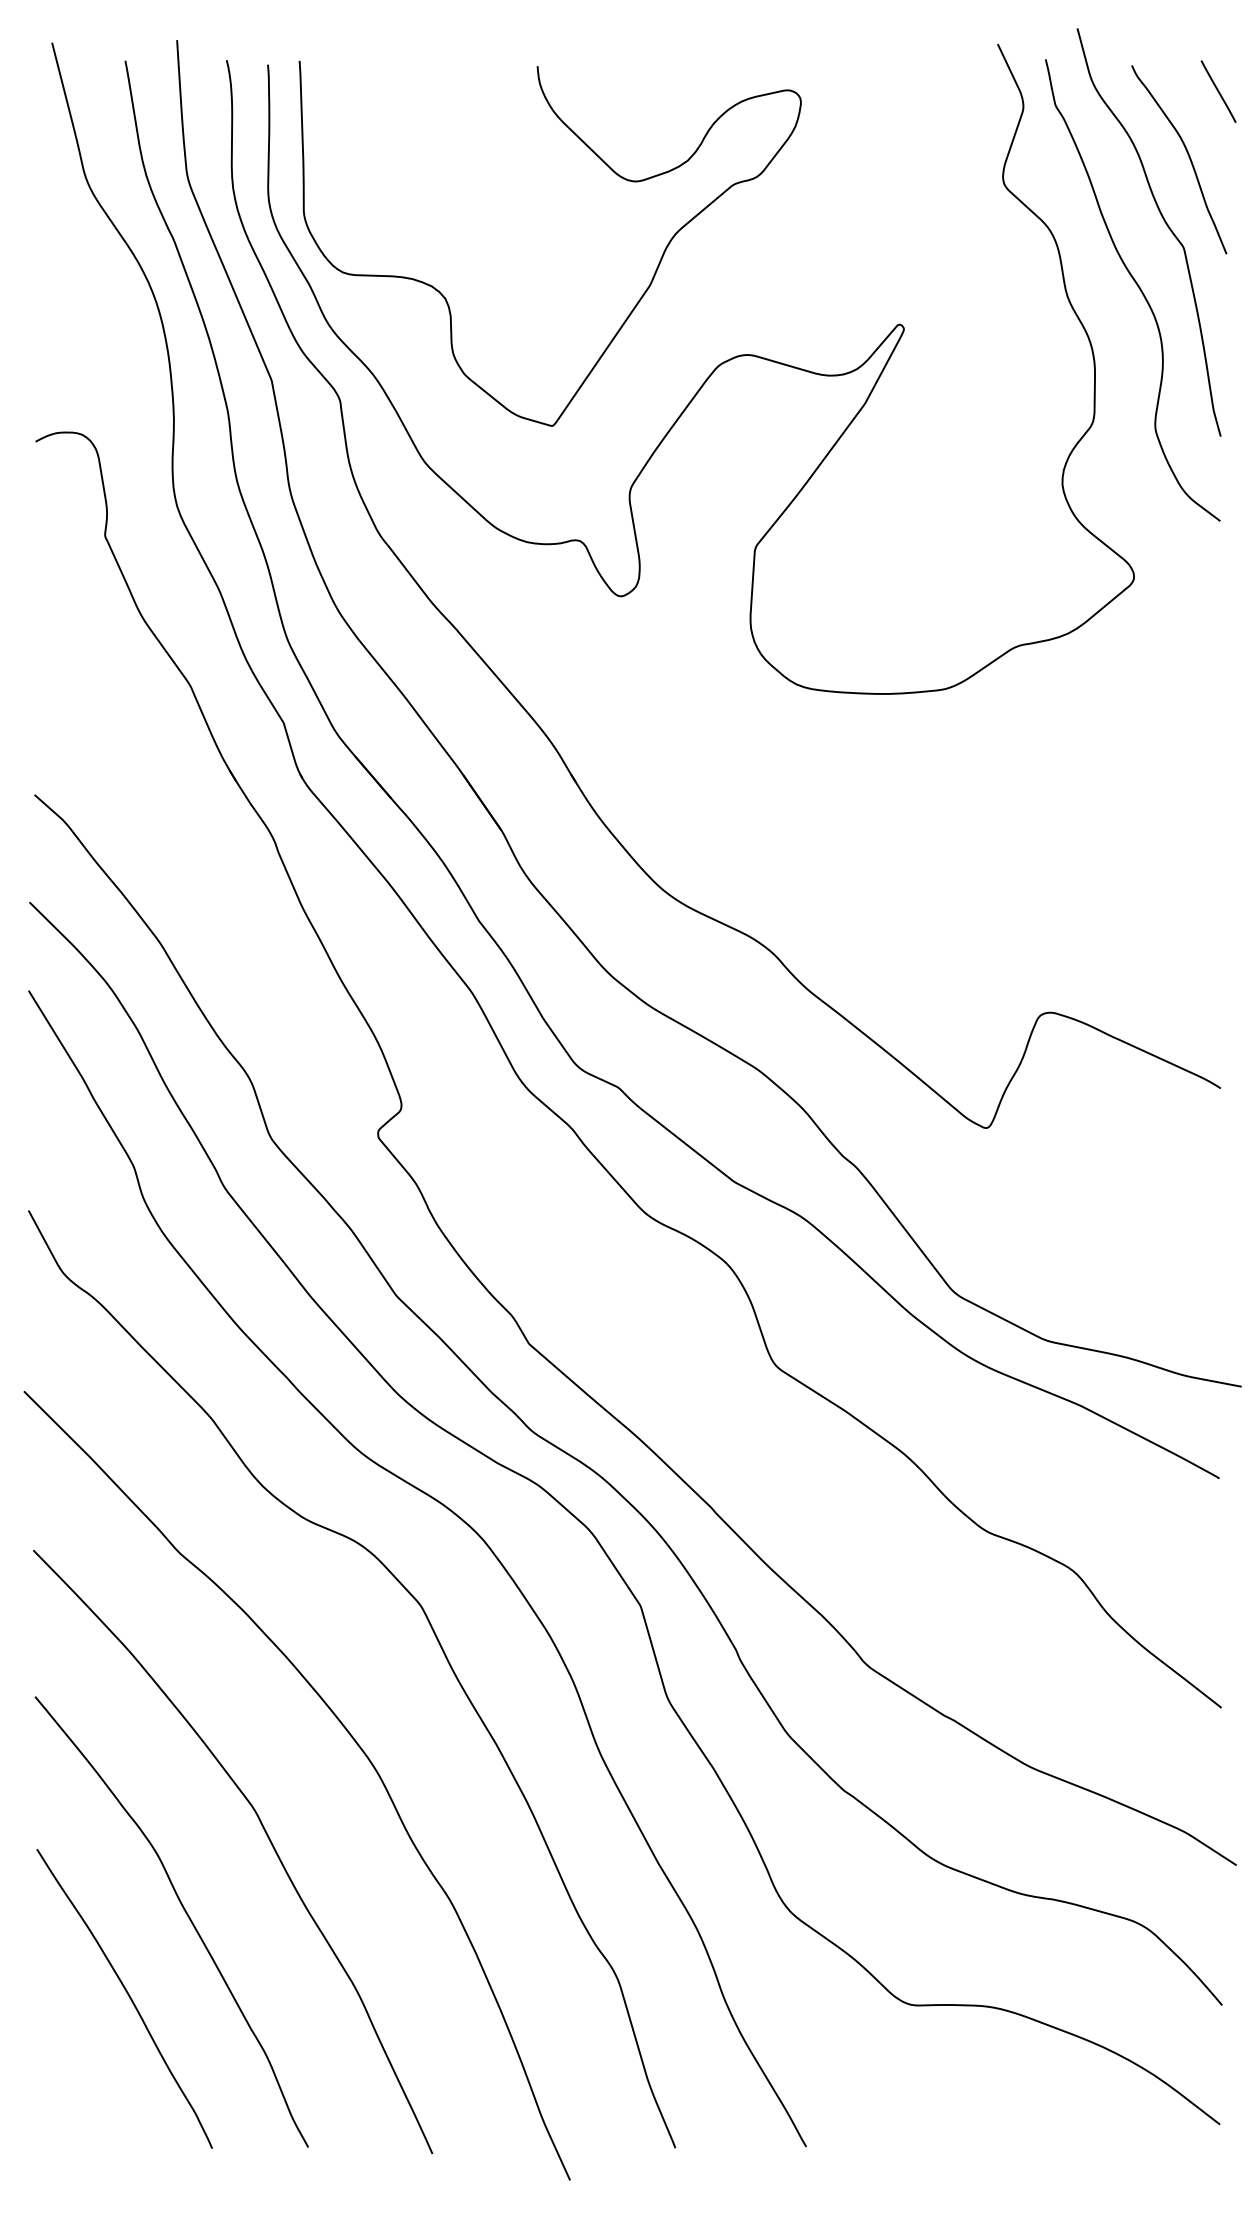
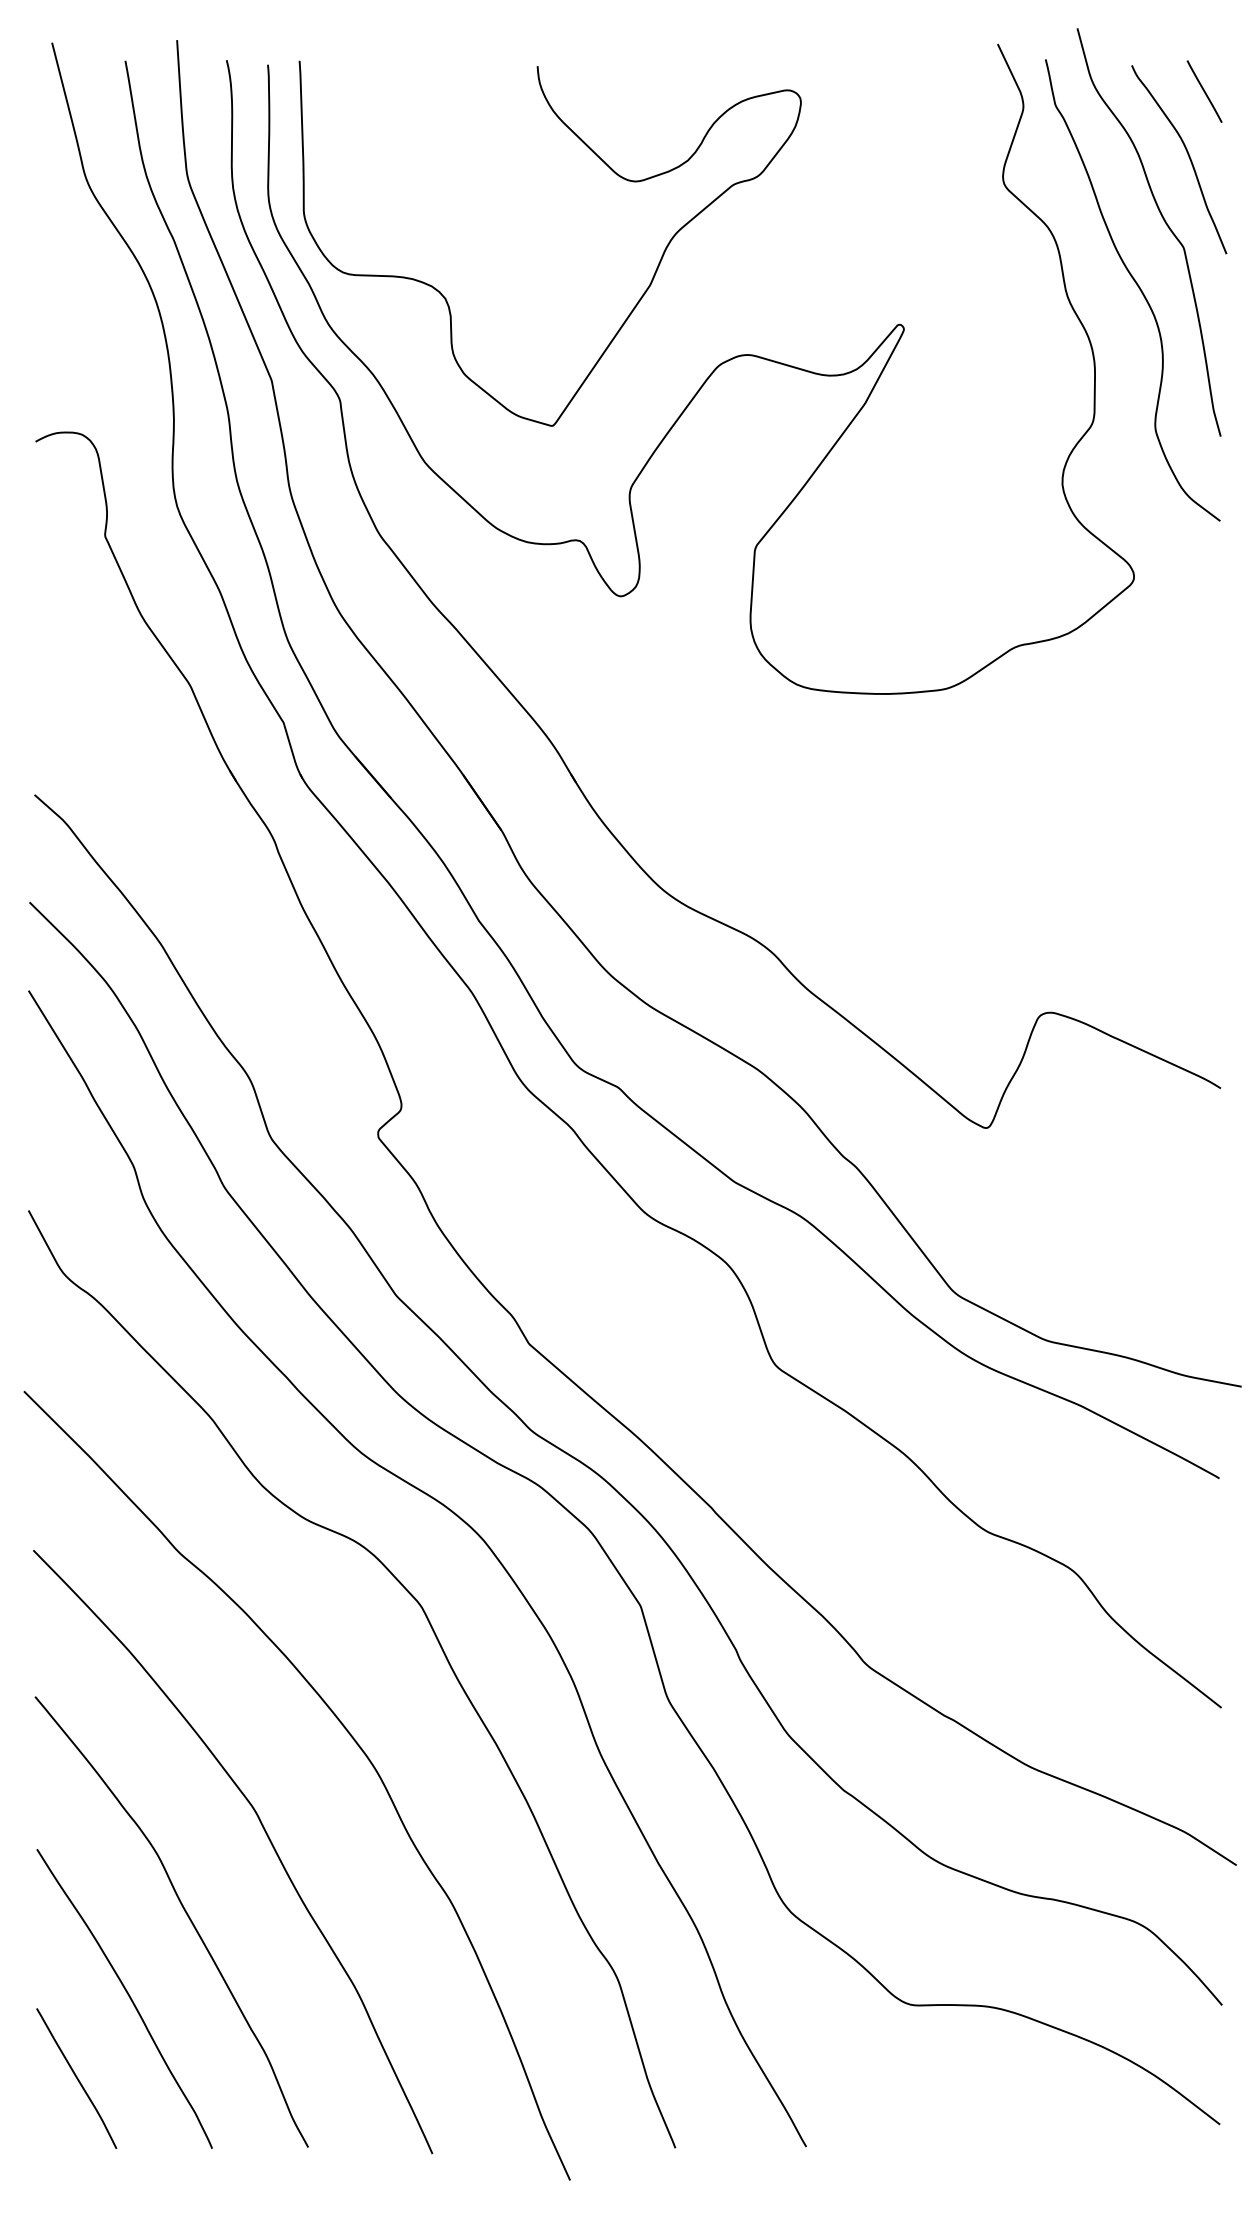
line at (1218, 91) position: (1218, 91) -> (1204, 91)
curve at (76, 2078): none -> present
